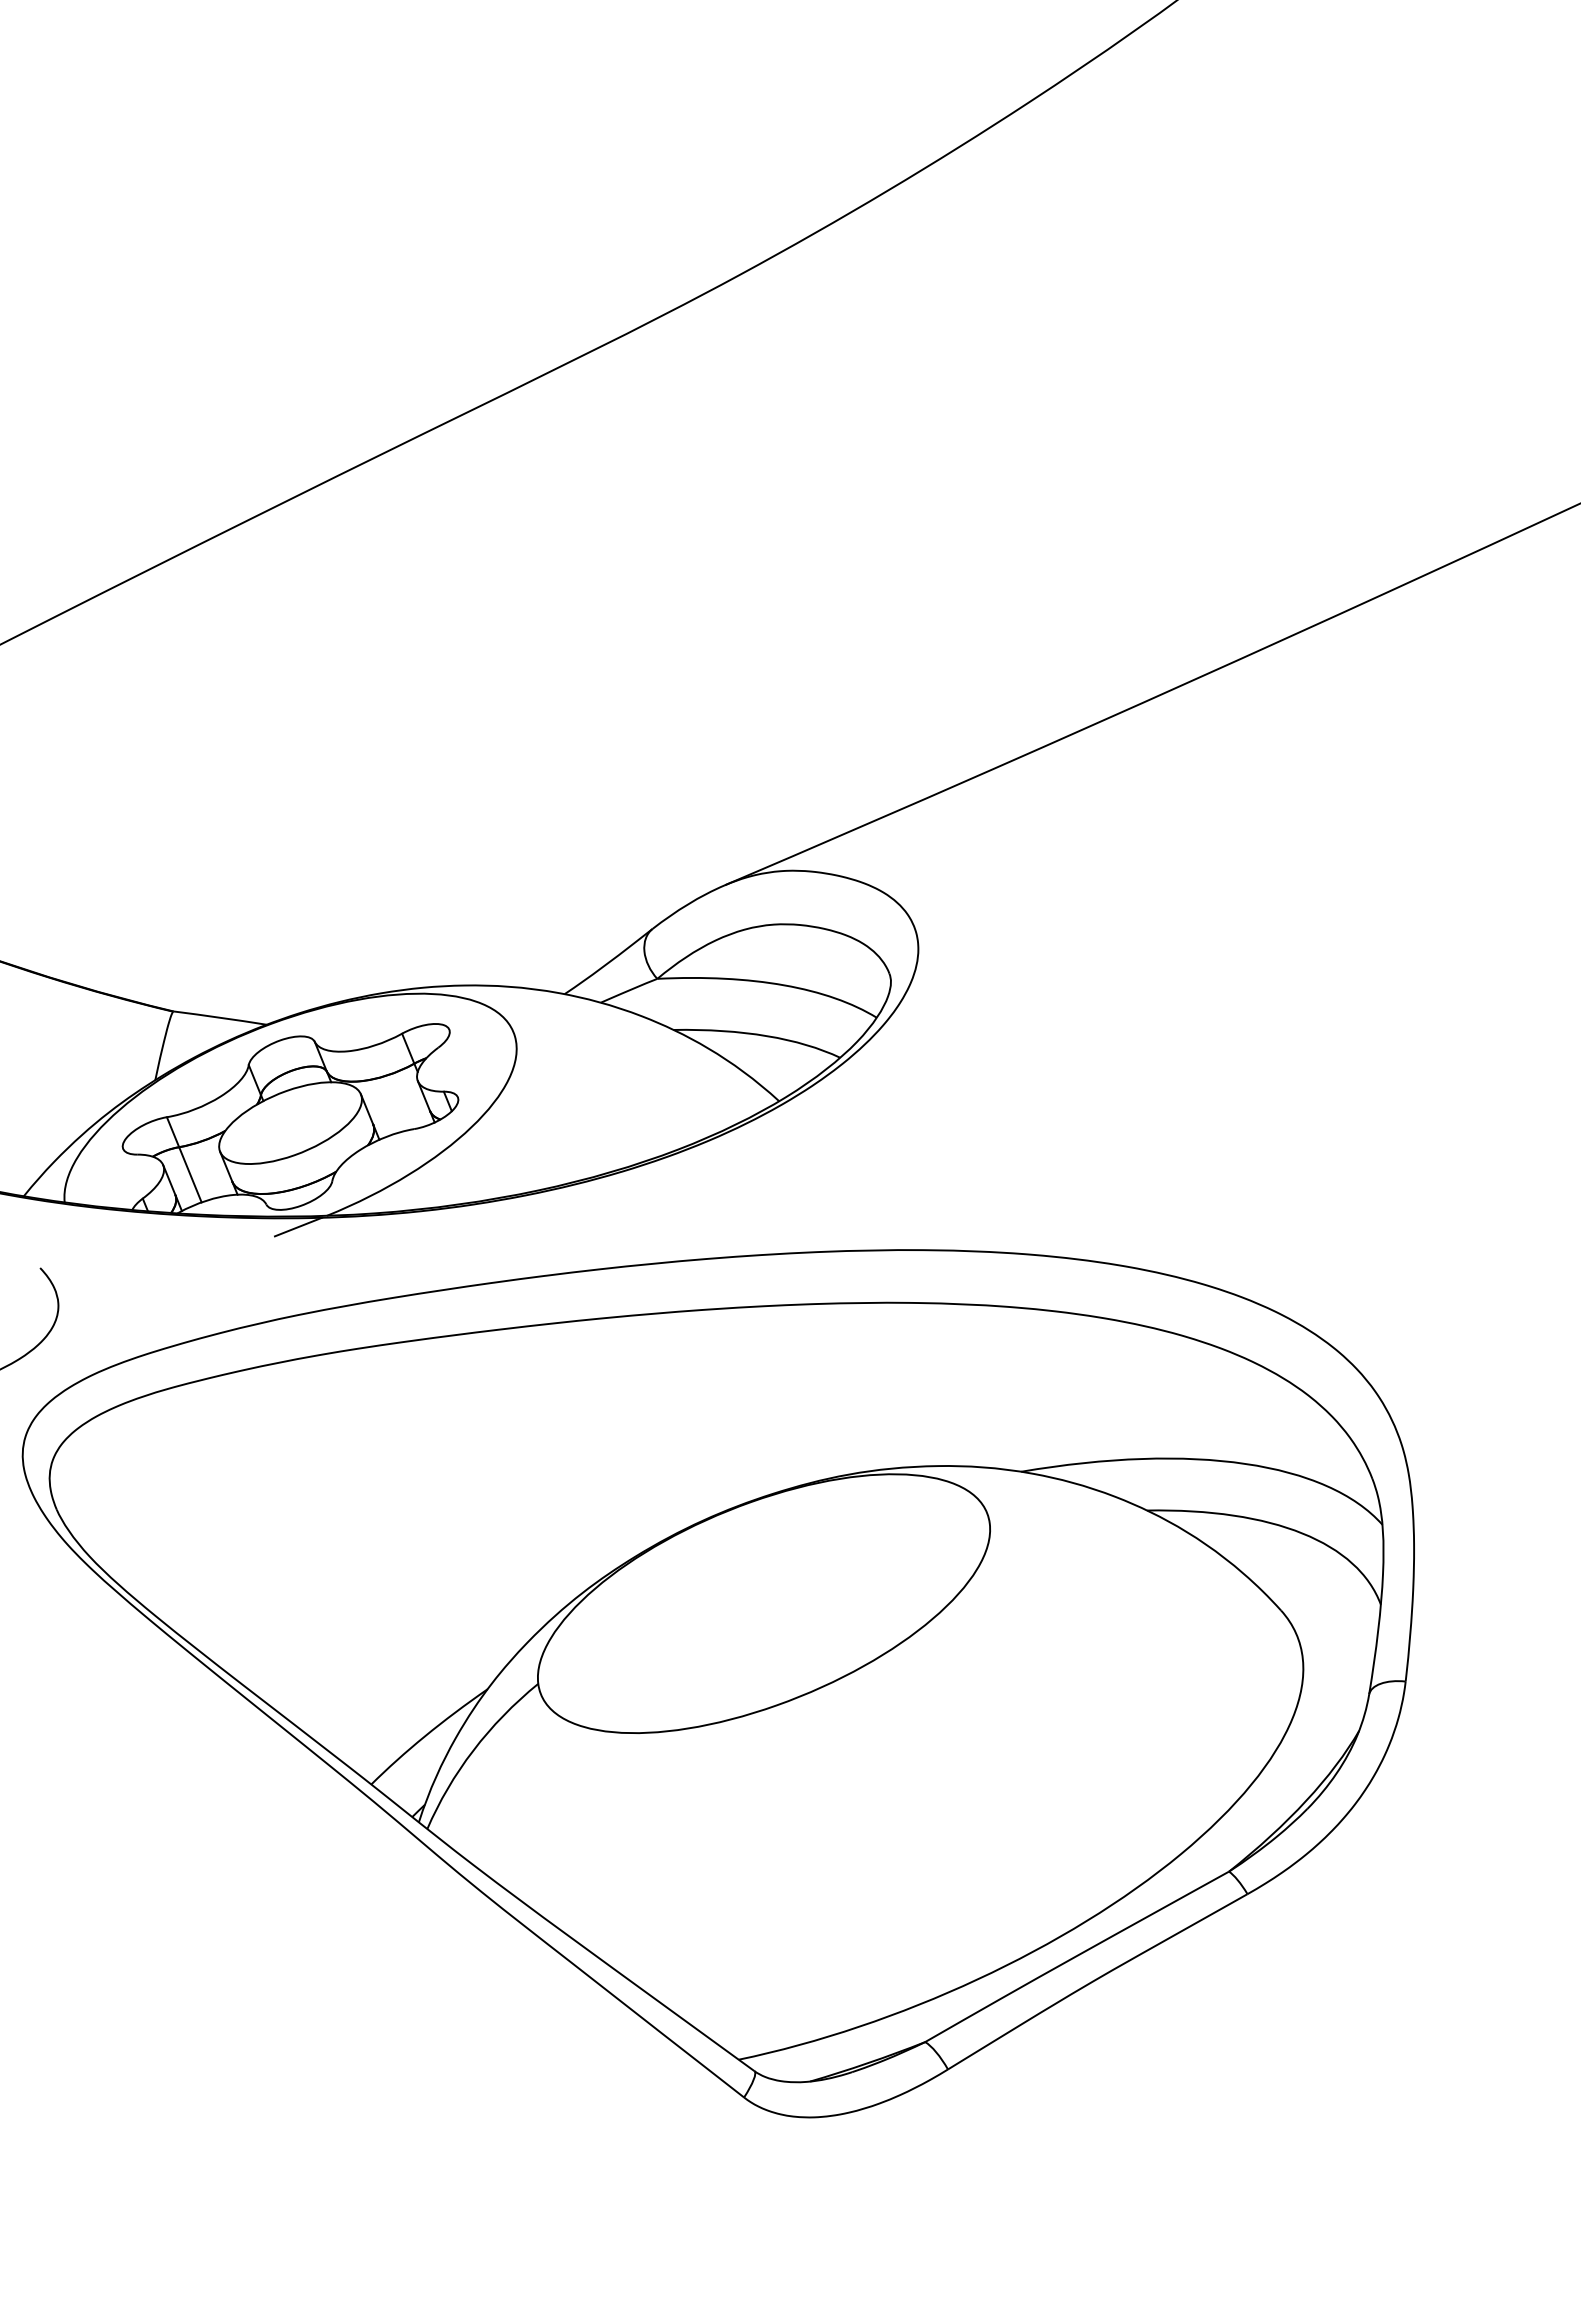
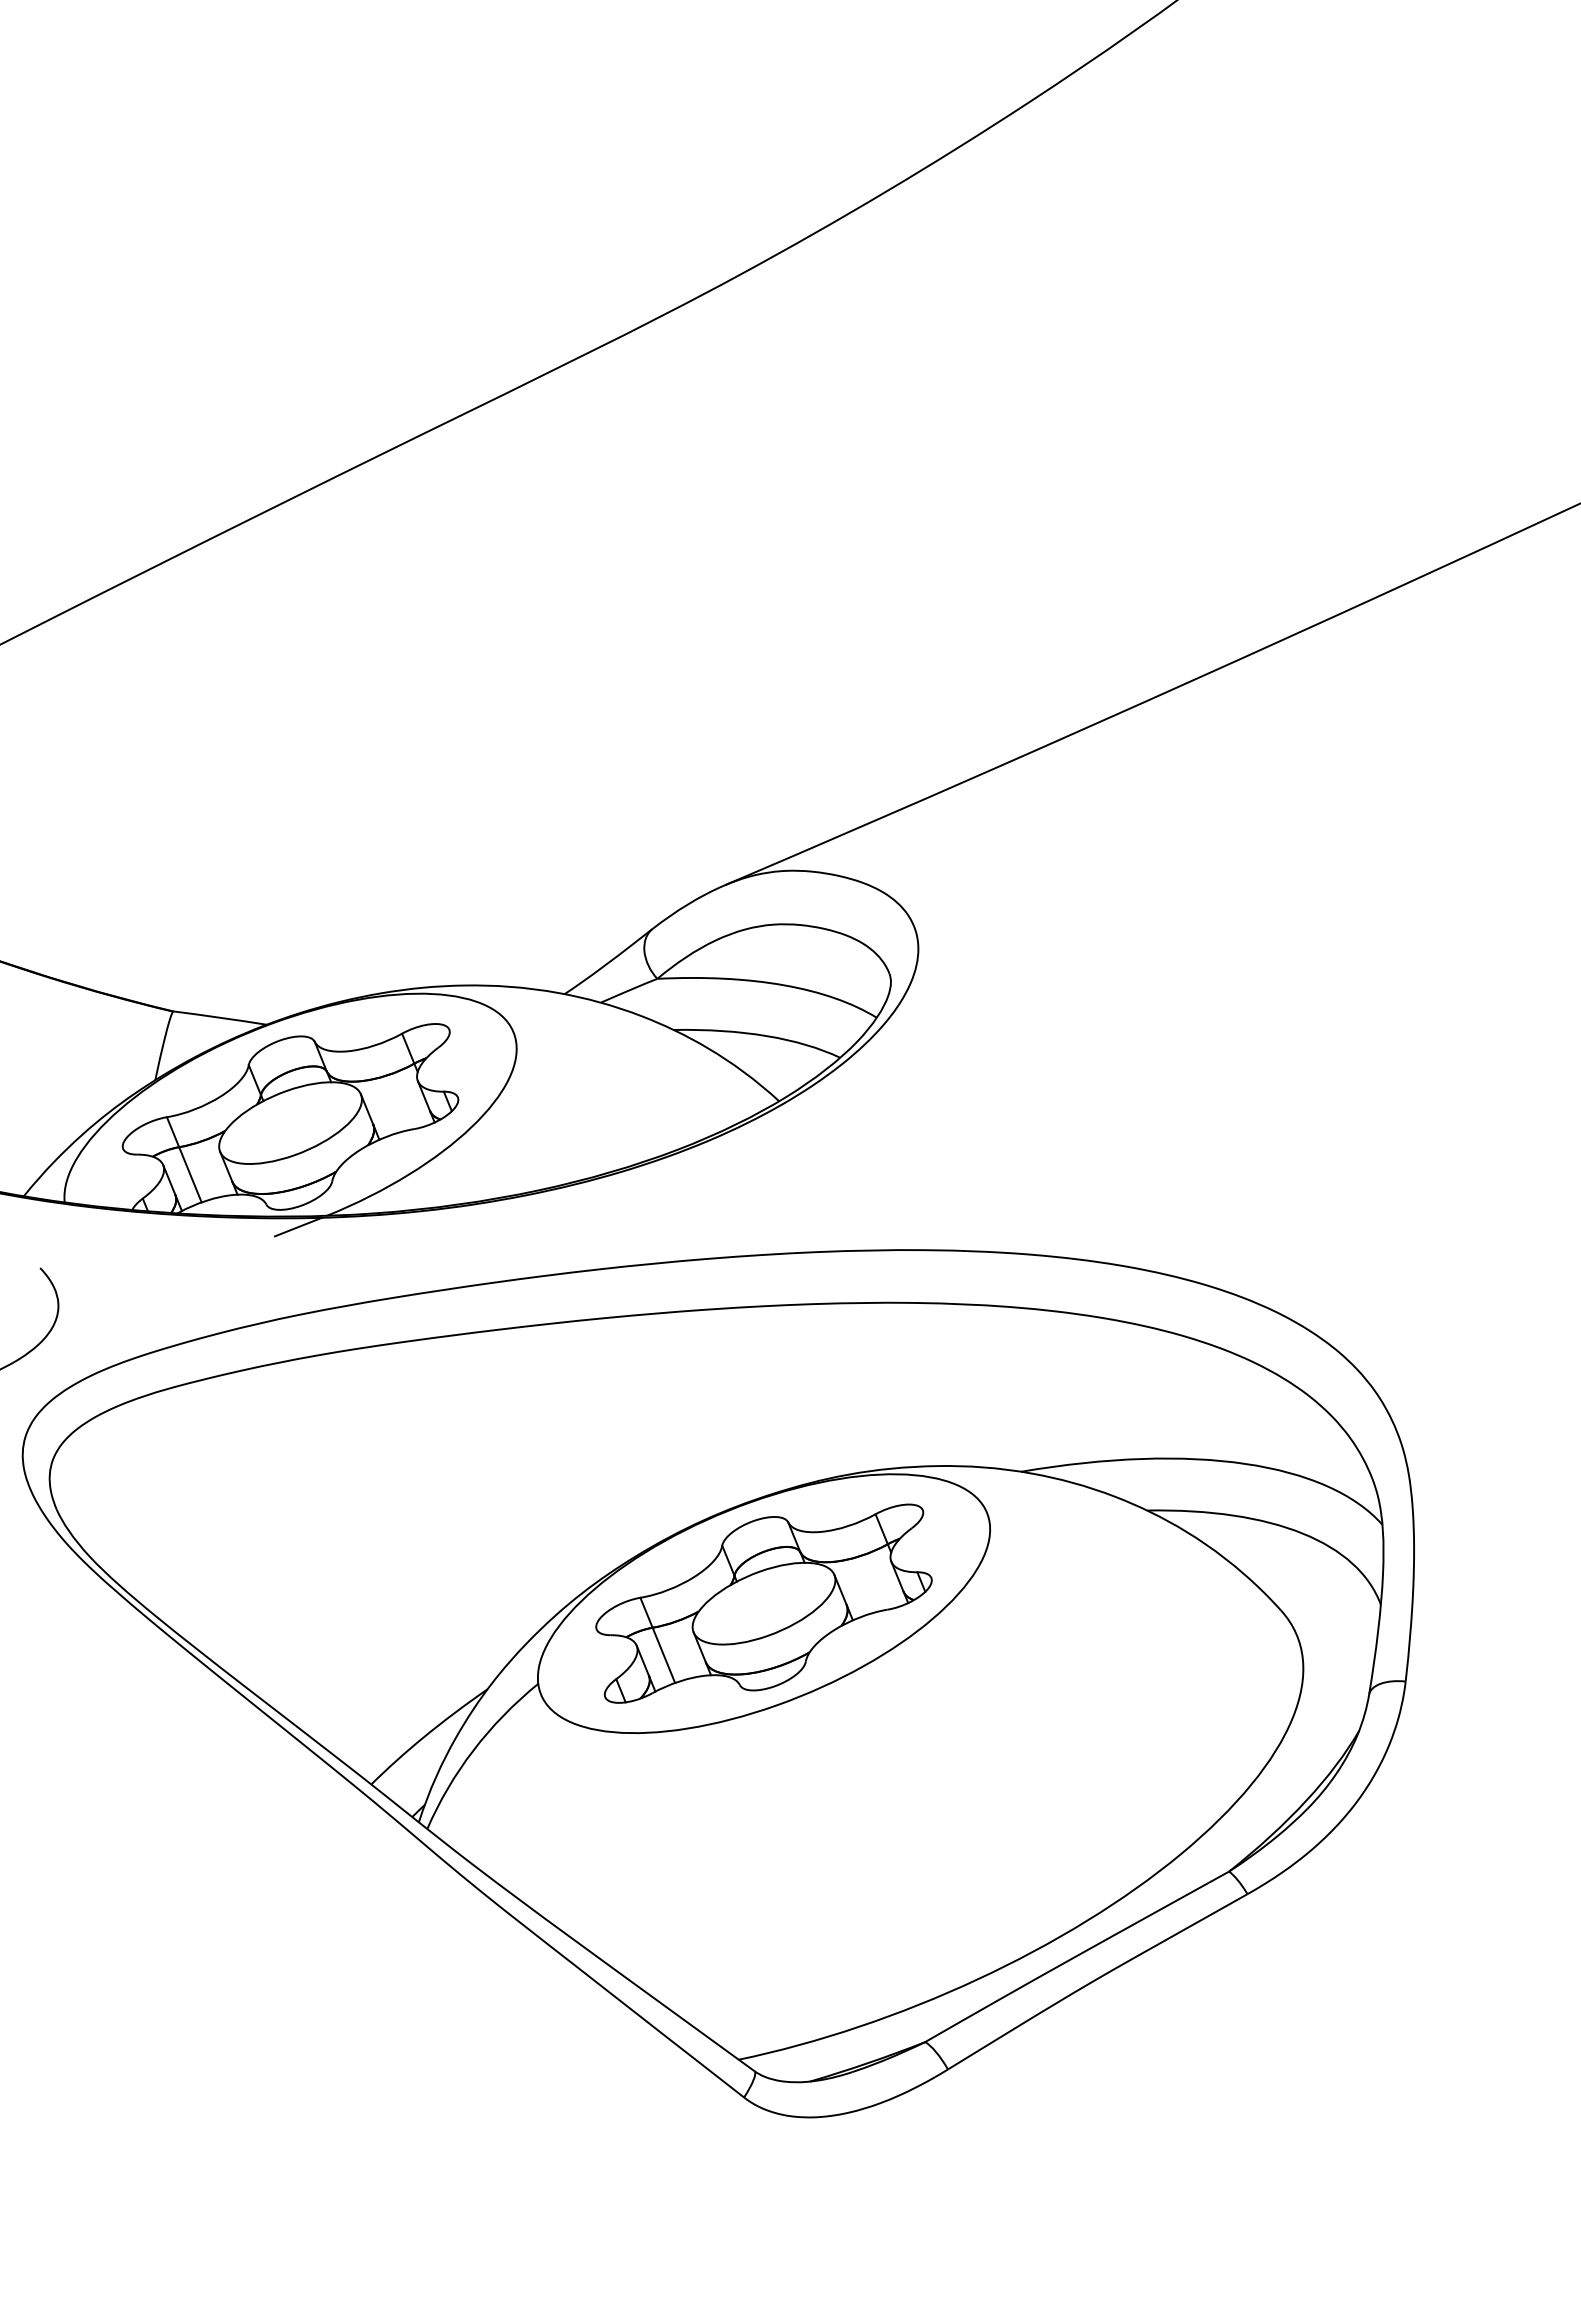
part at (763, 1603): none -> present
